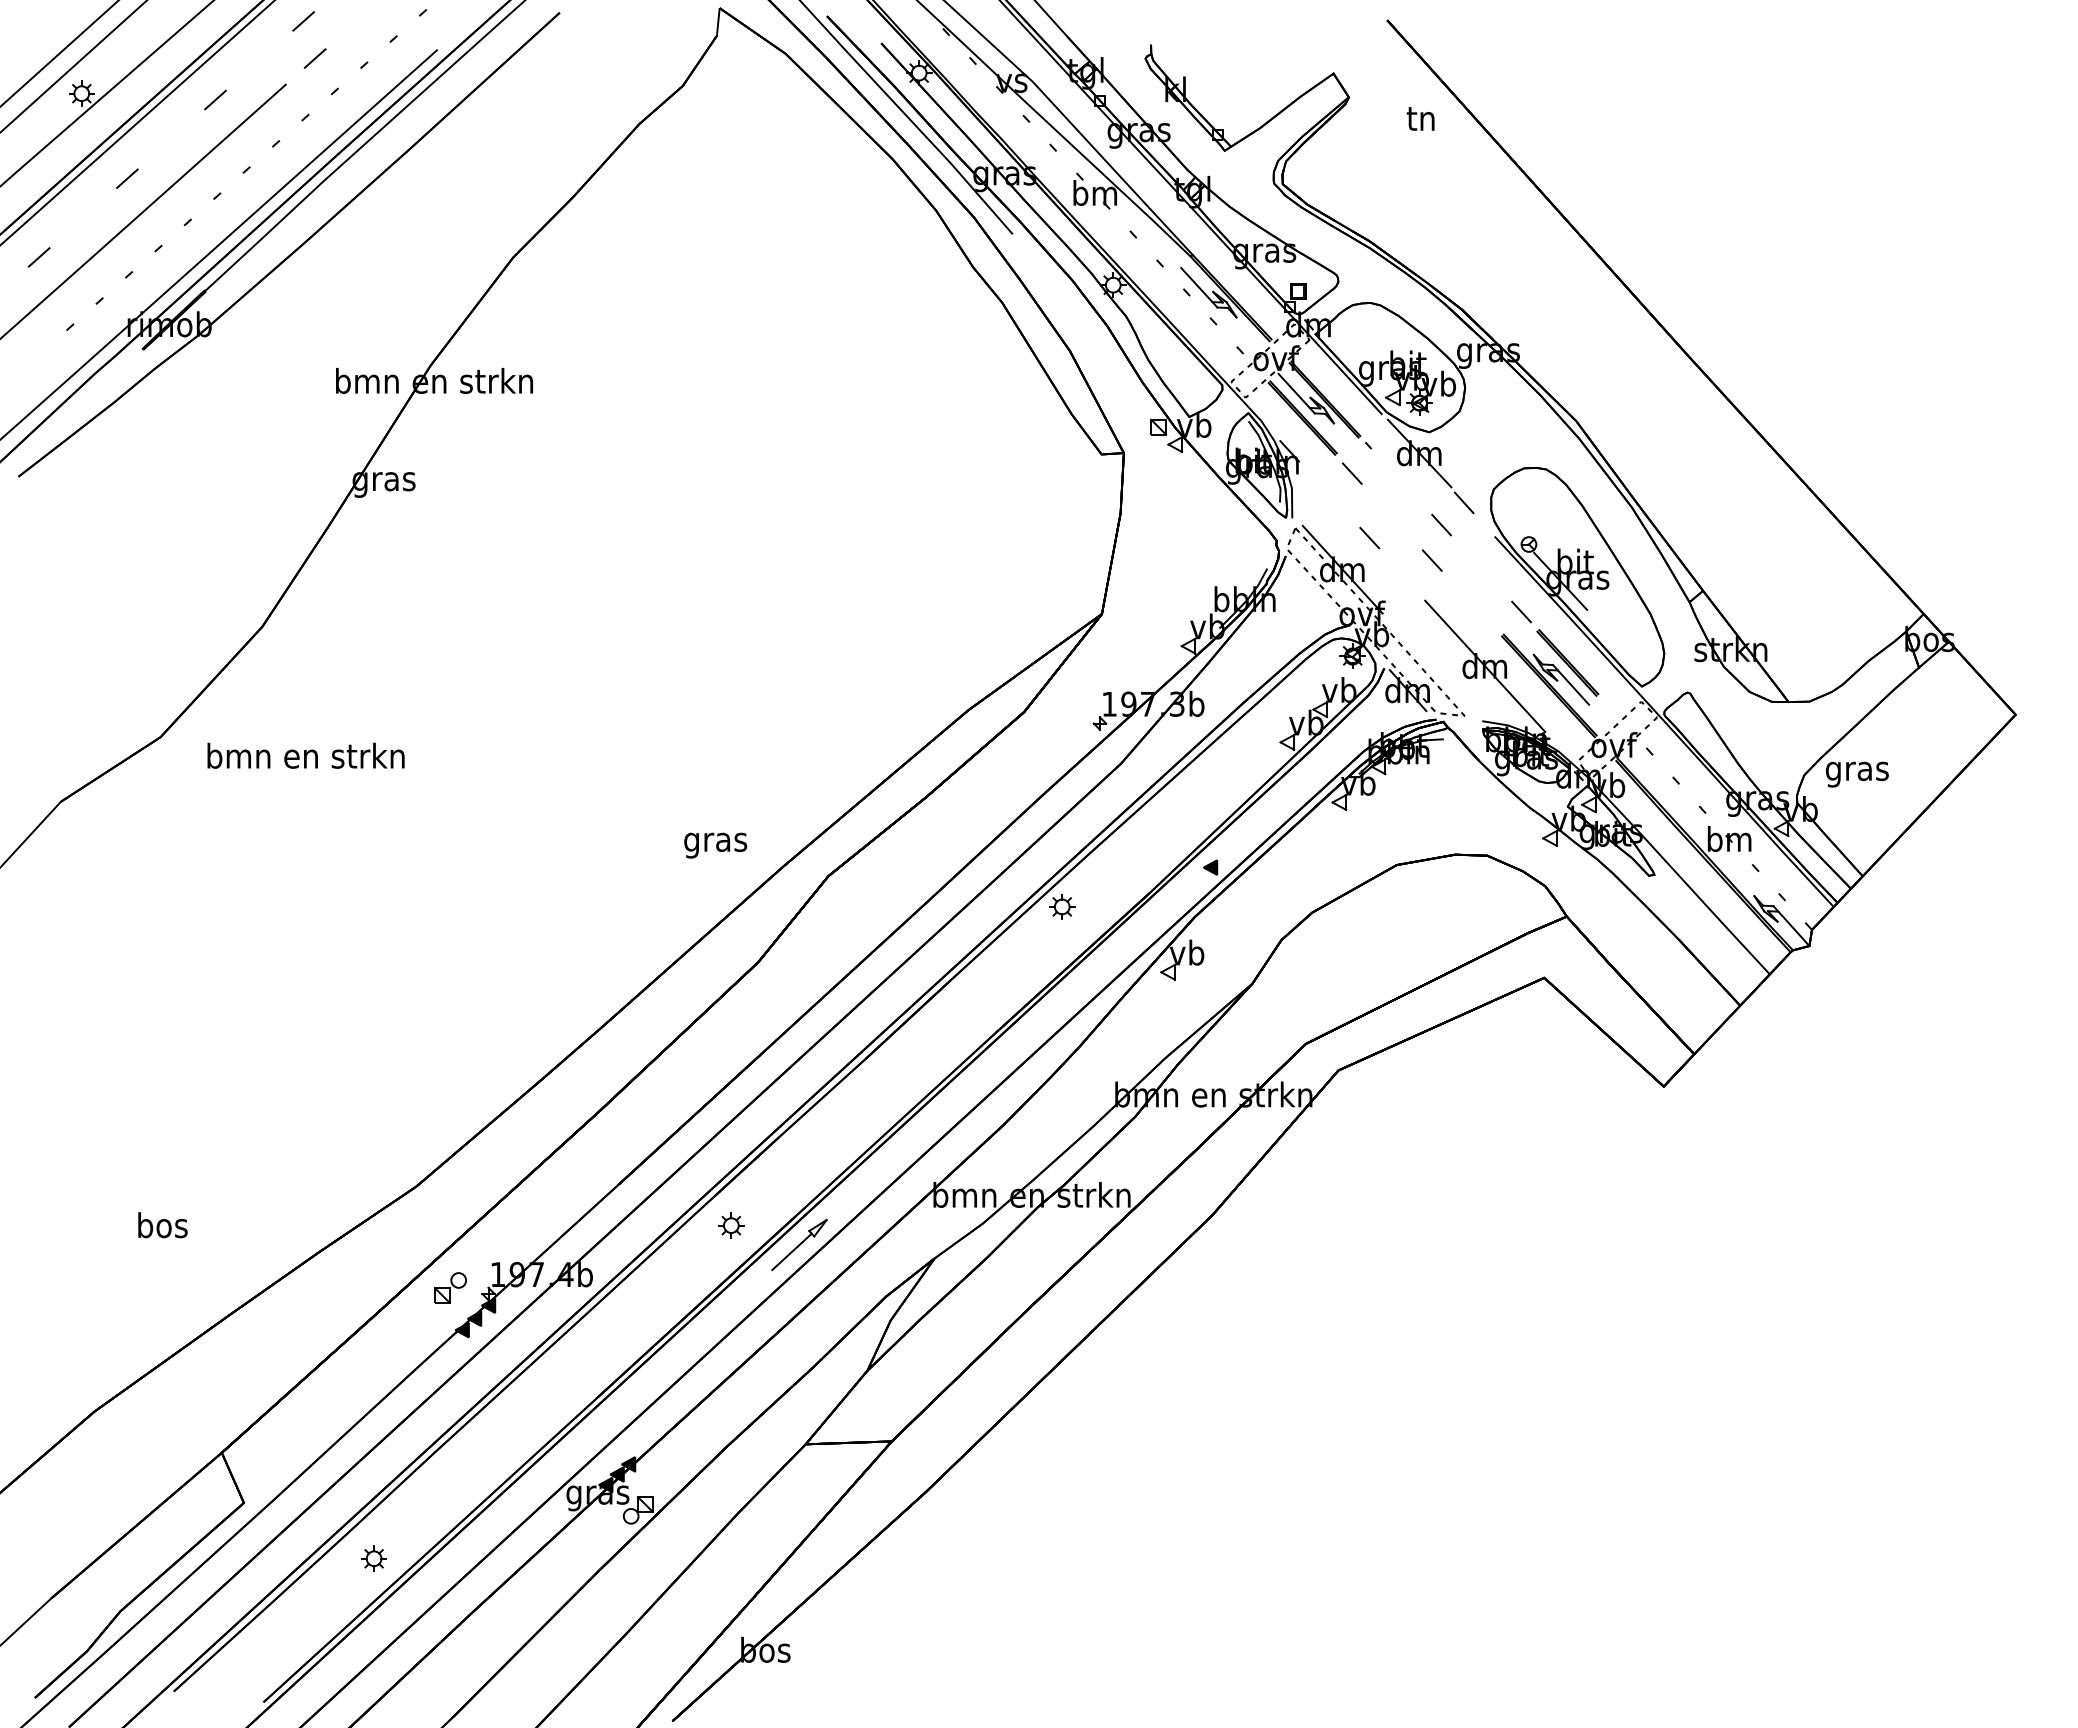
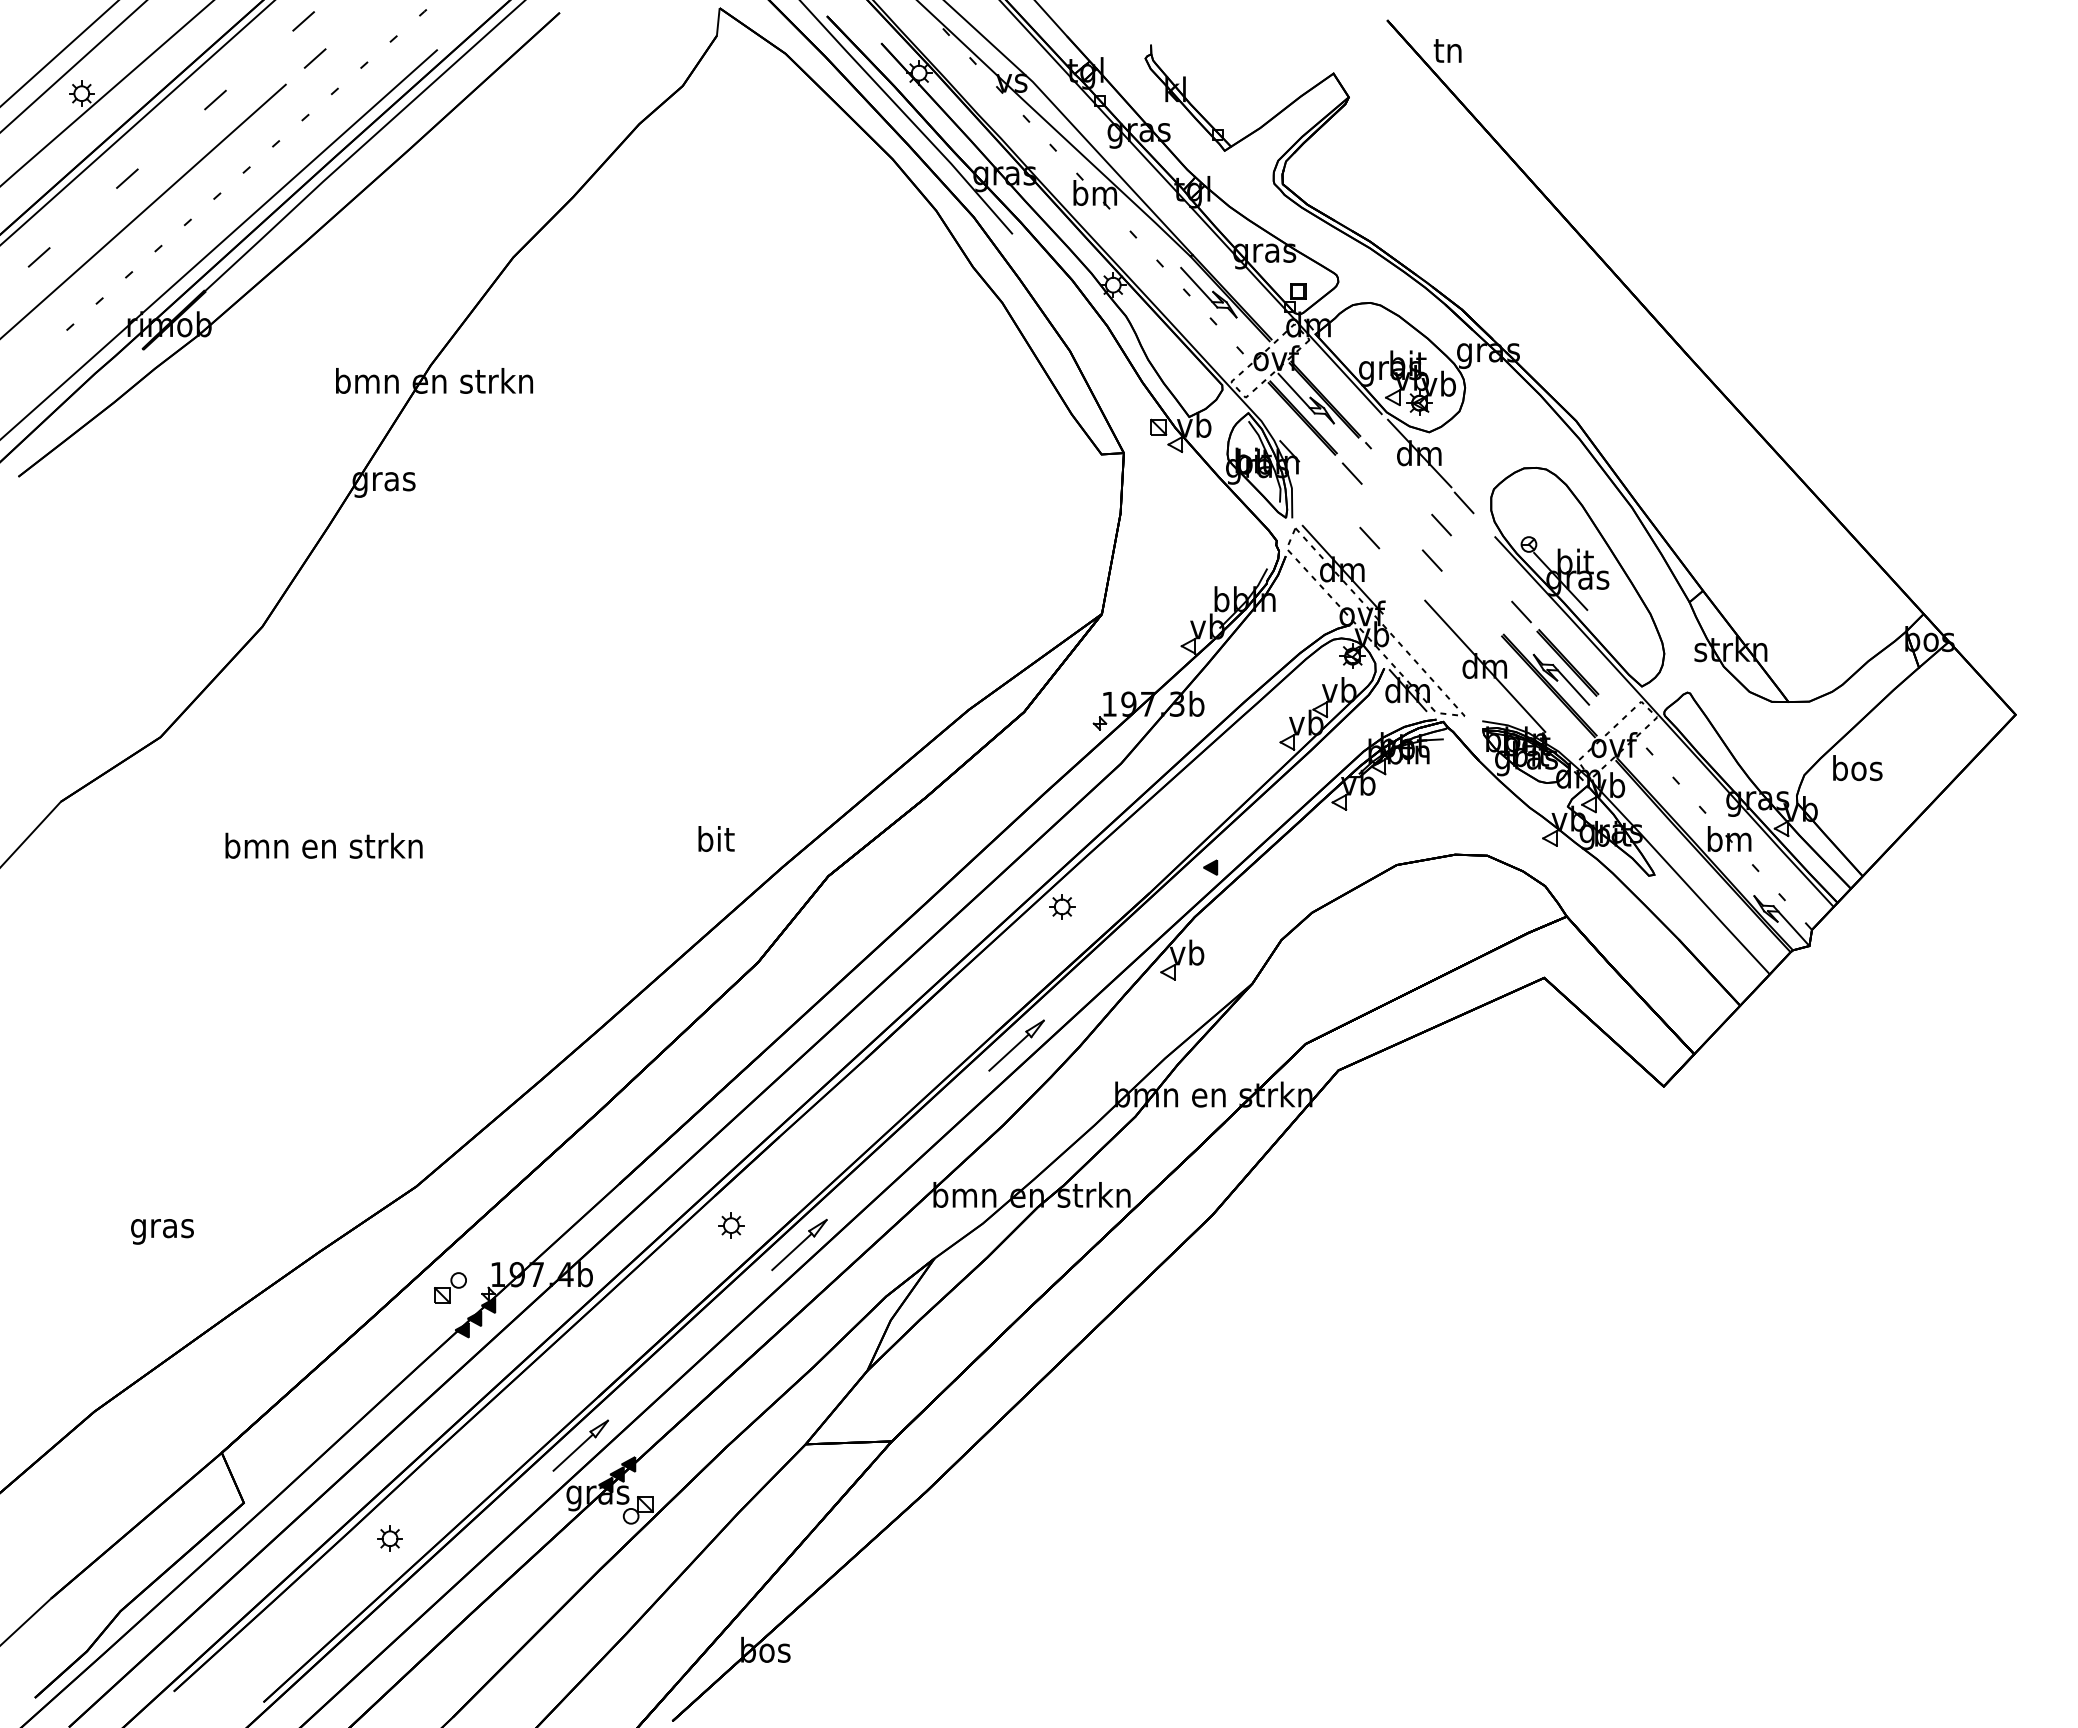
text at (1420, 118) position: (1420, 118) -> (1447, 50)
text at (305, 755) position: (305, 755) -> (323, 845)
text at (1856, 771): gras -> bos
text at (715, 842): gras -> bit
part at (1016, 1045): none -> present
text at (162, 1228): bos -> gras
part at (580, 1445): none -> present
part at (373, 1558) position: (373, 1558) -> (389, 1538)
